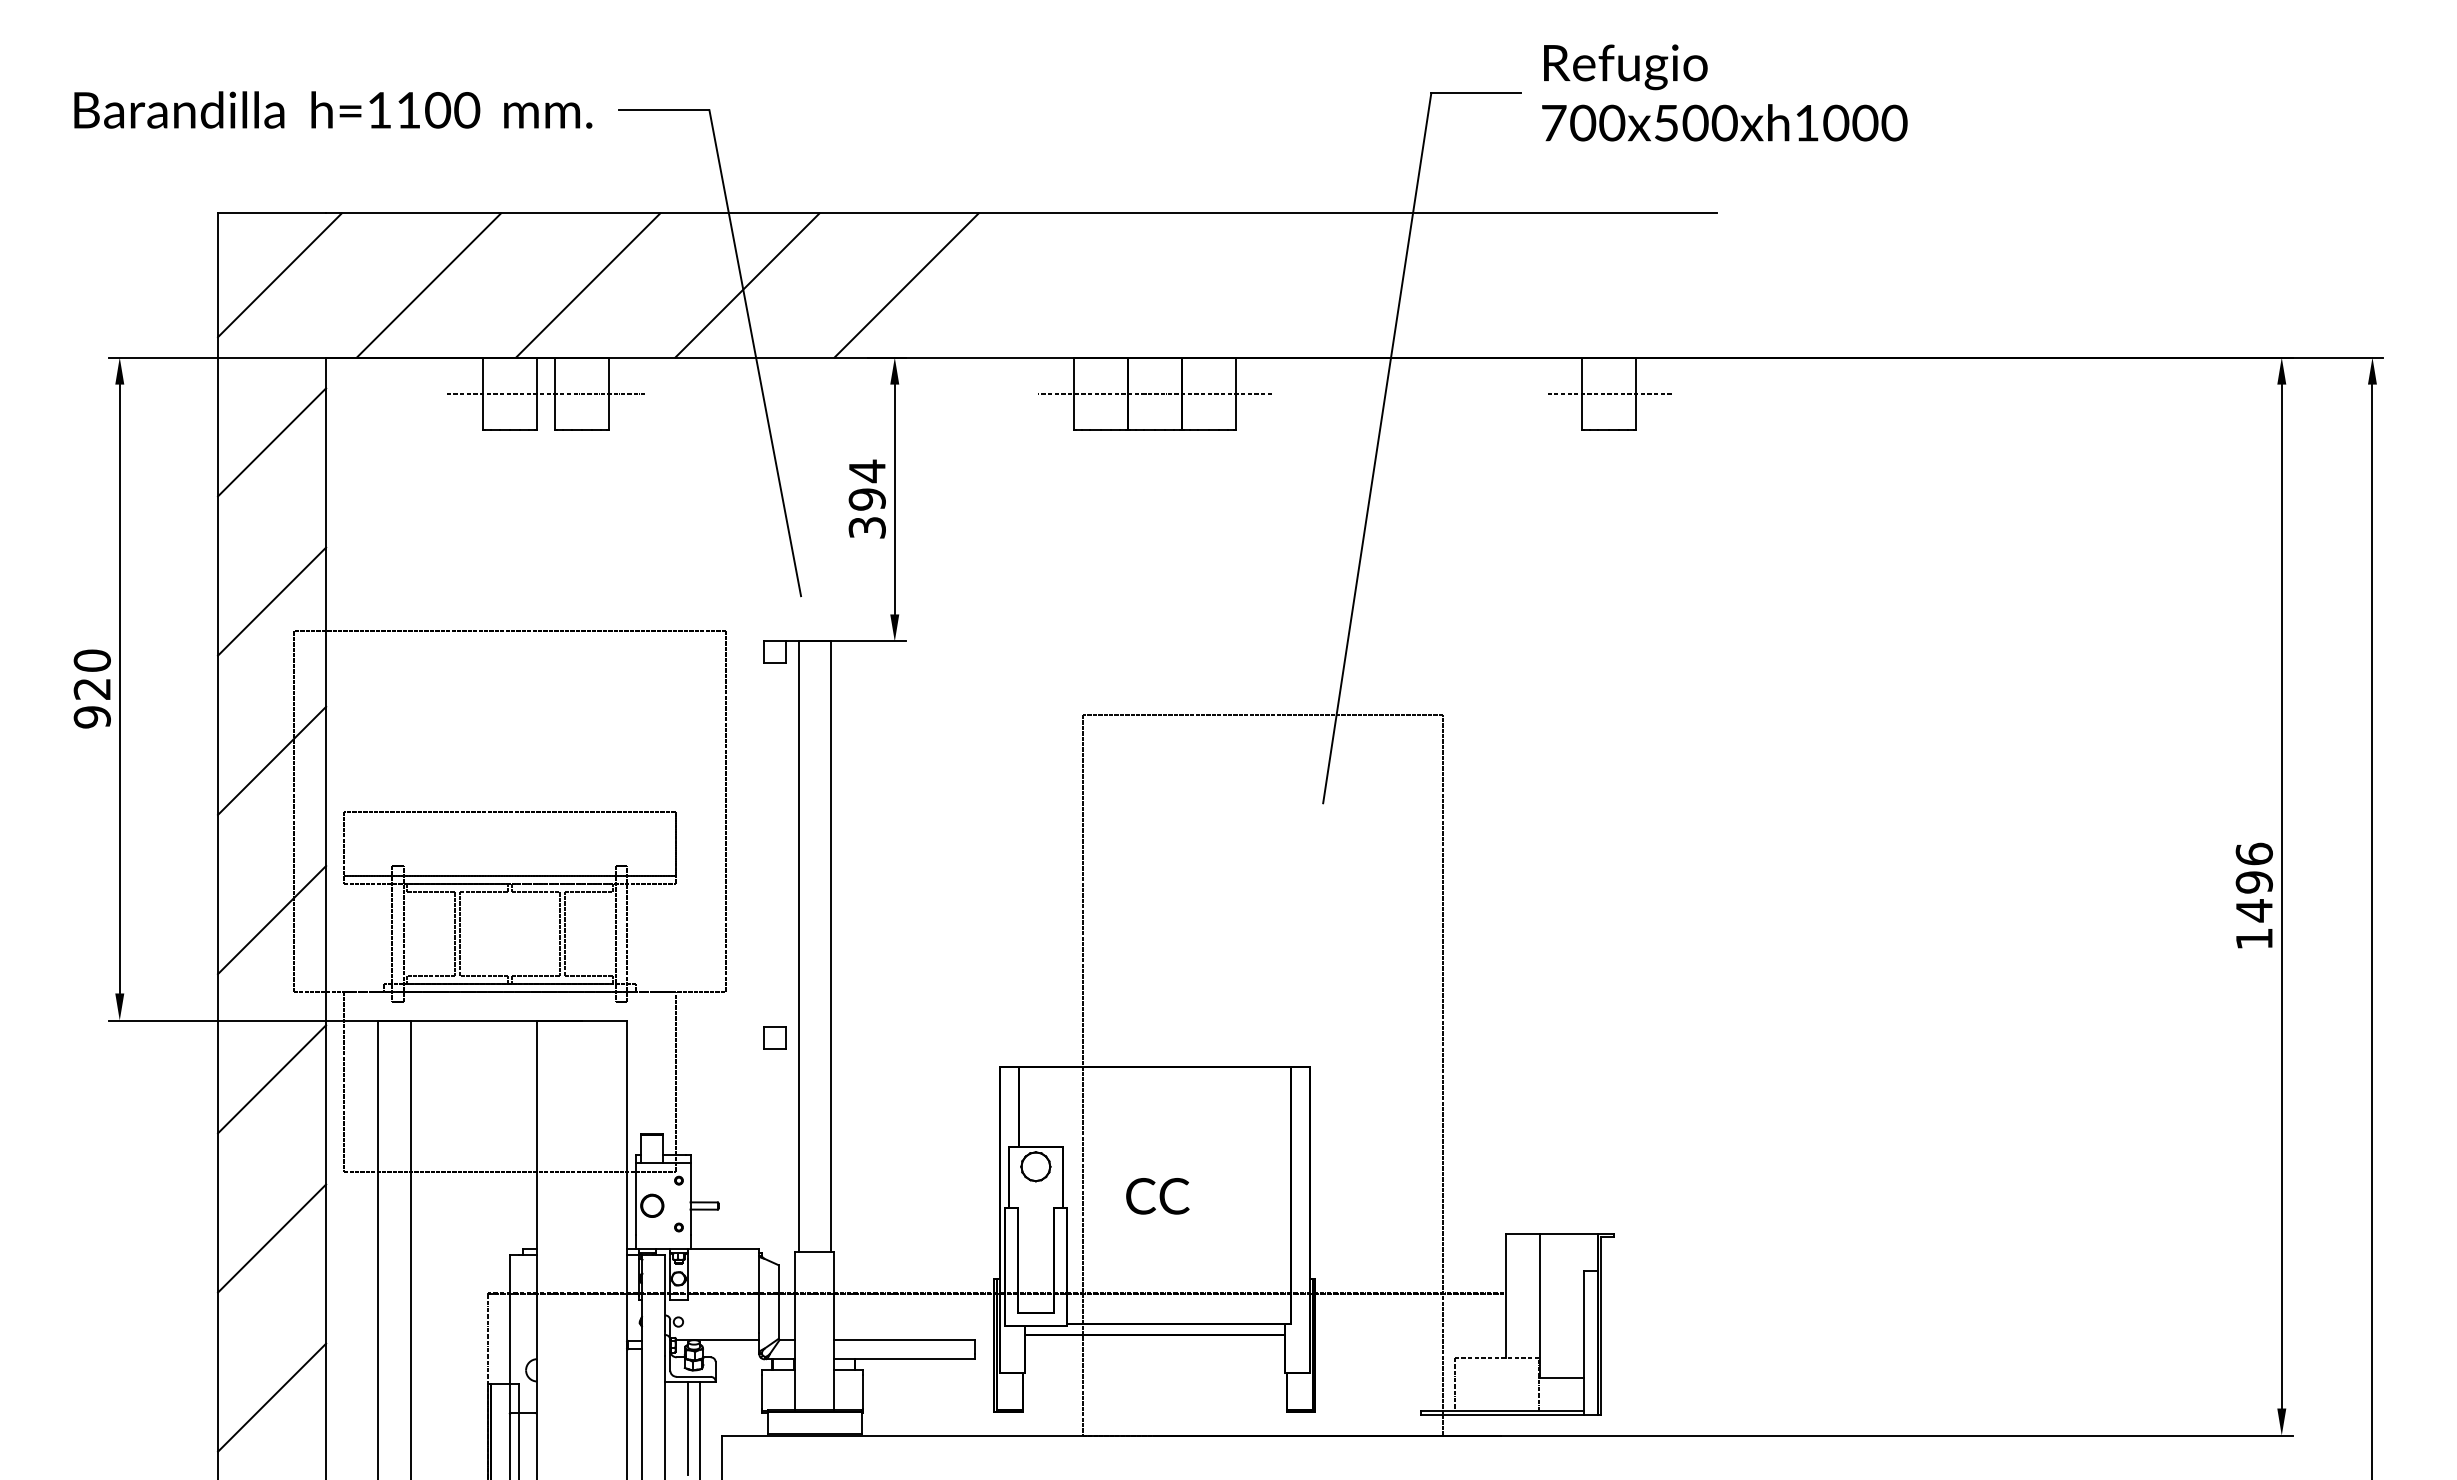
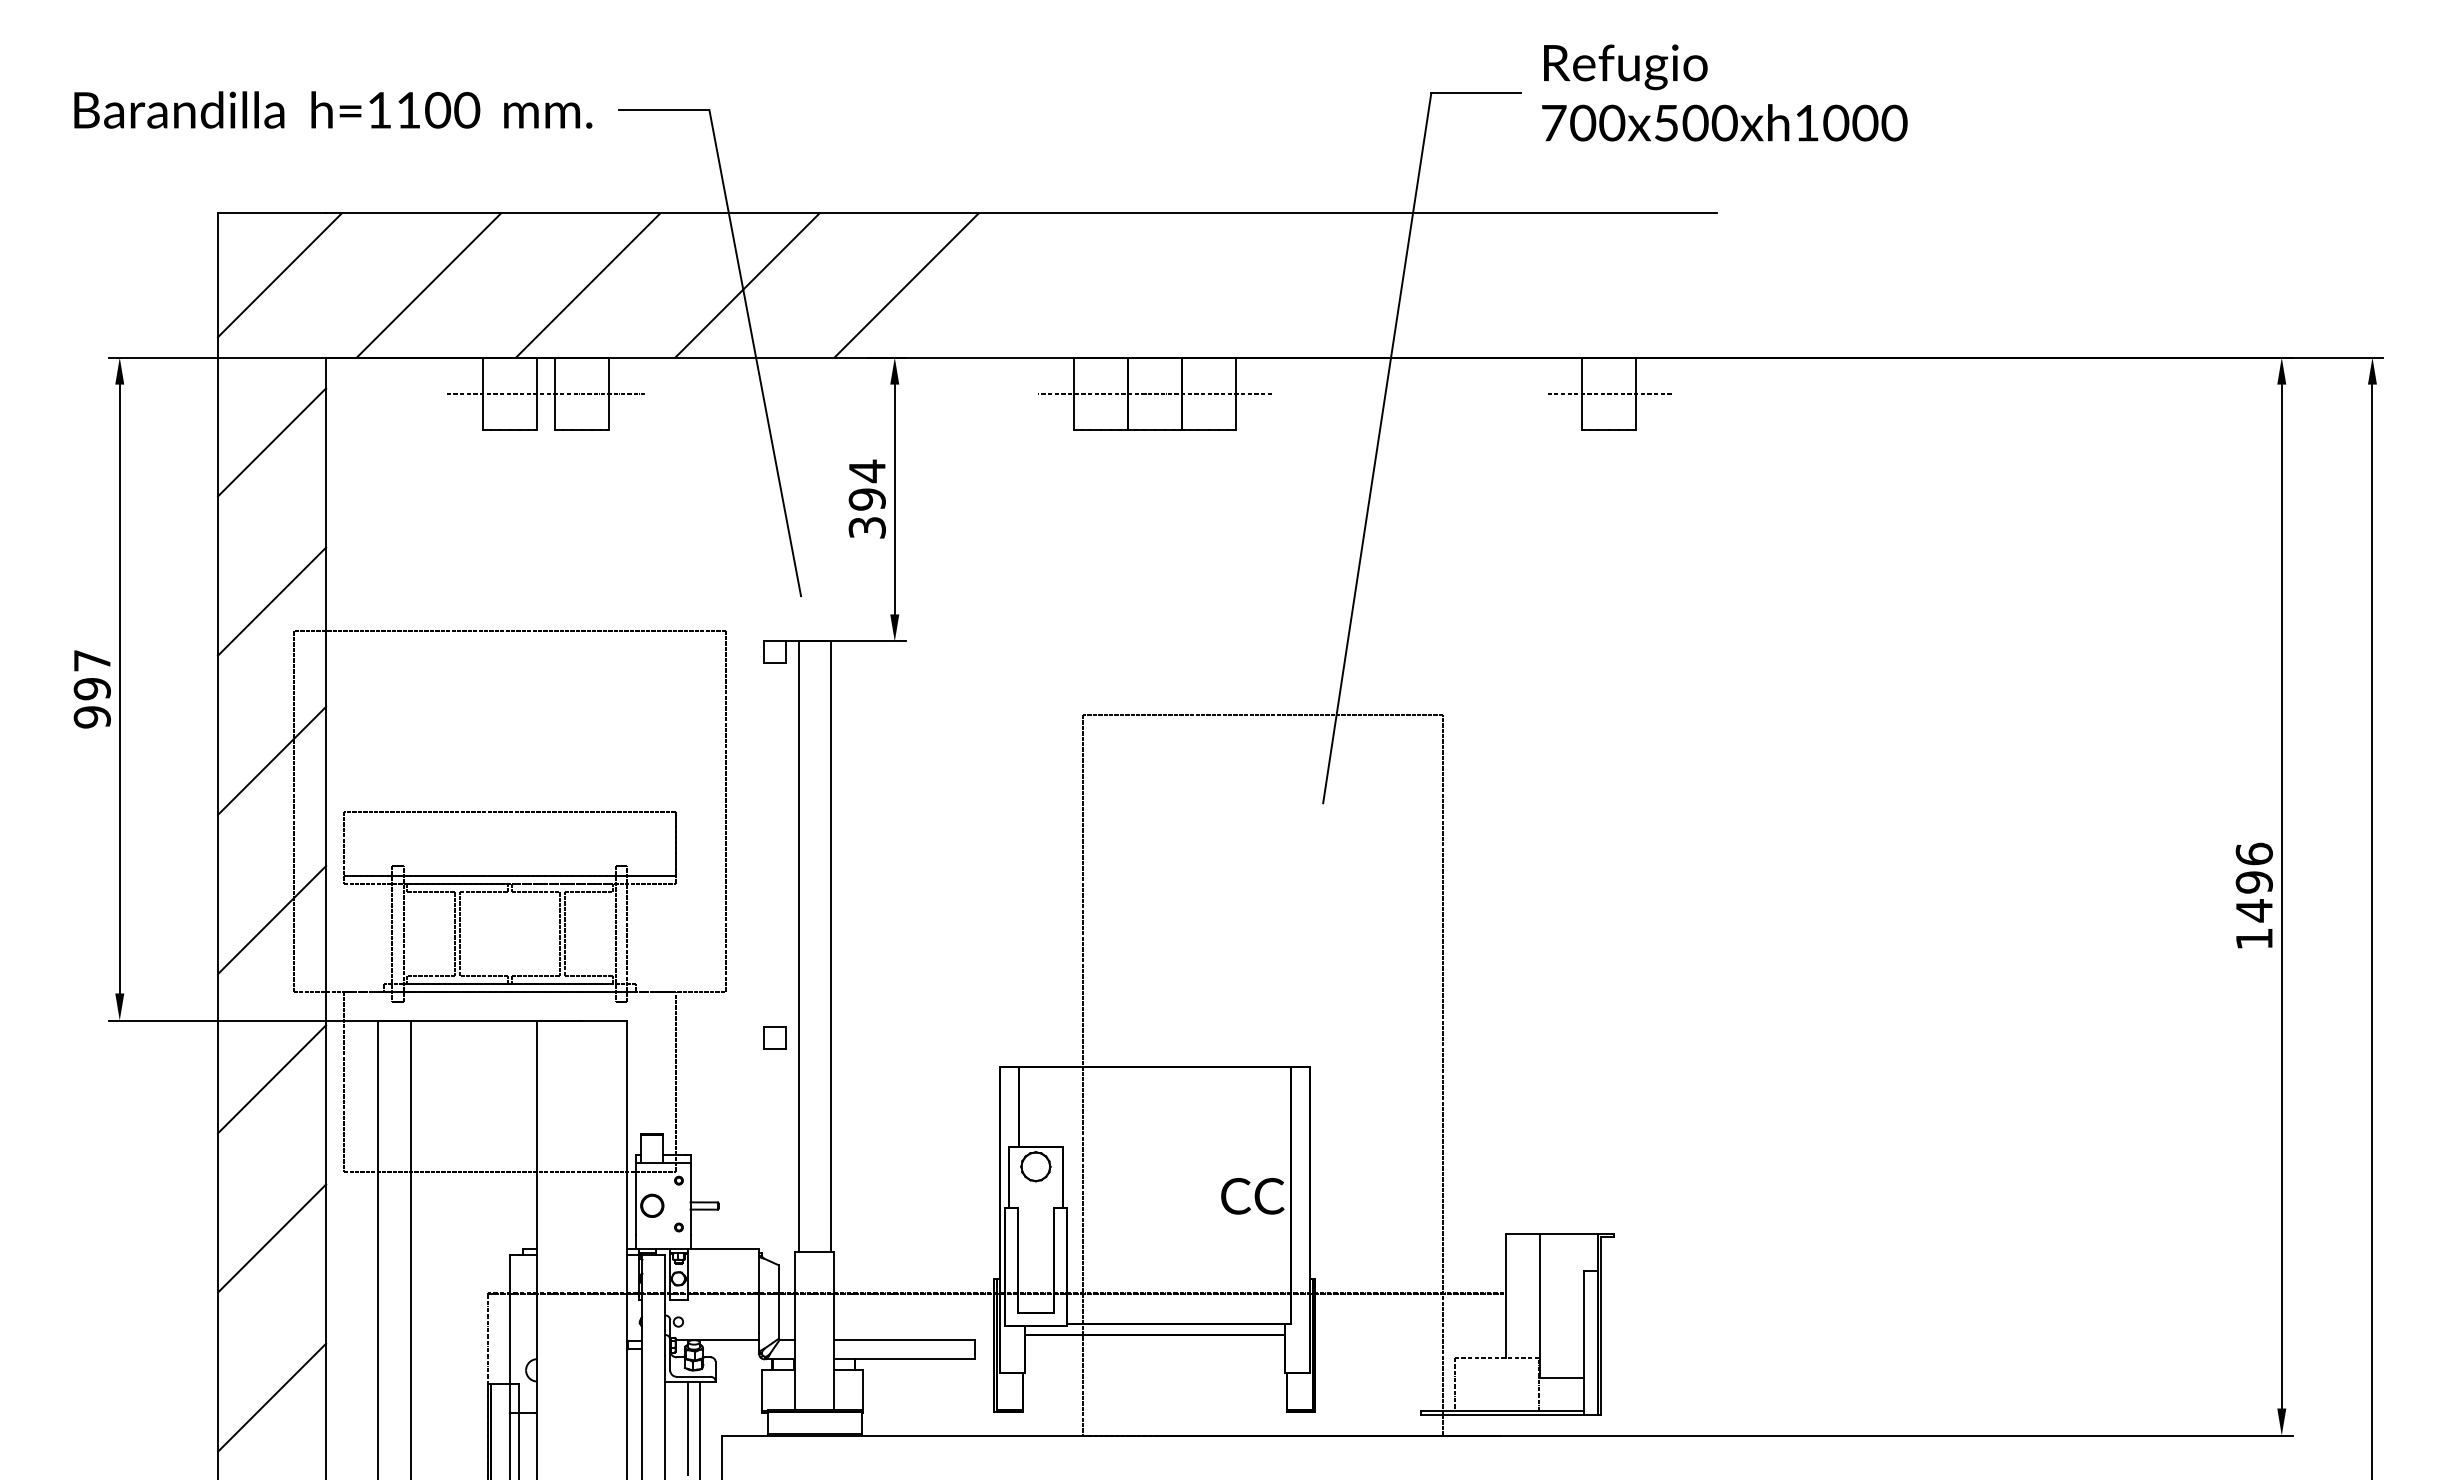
text at (91, 674): 920 -> 997
text at (1157, 1196) position: (1157, 1196) -> (1252, 1196)
